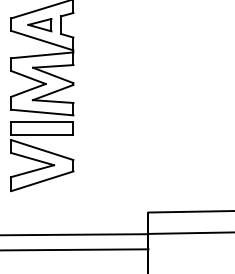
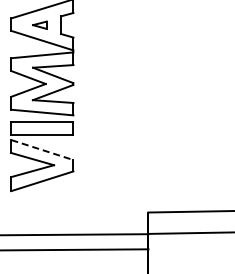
part at (39, 25) size: 26x15 px -> 16x10 px
line at (42, 150): solid -> dashed
